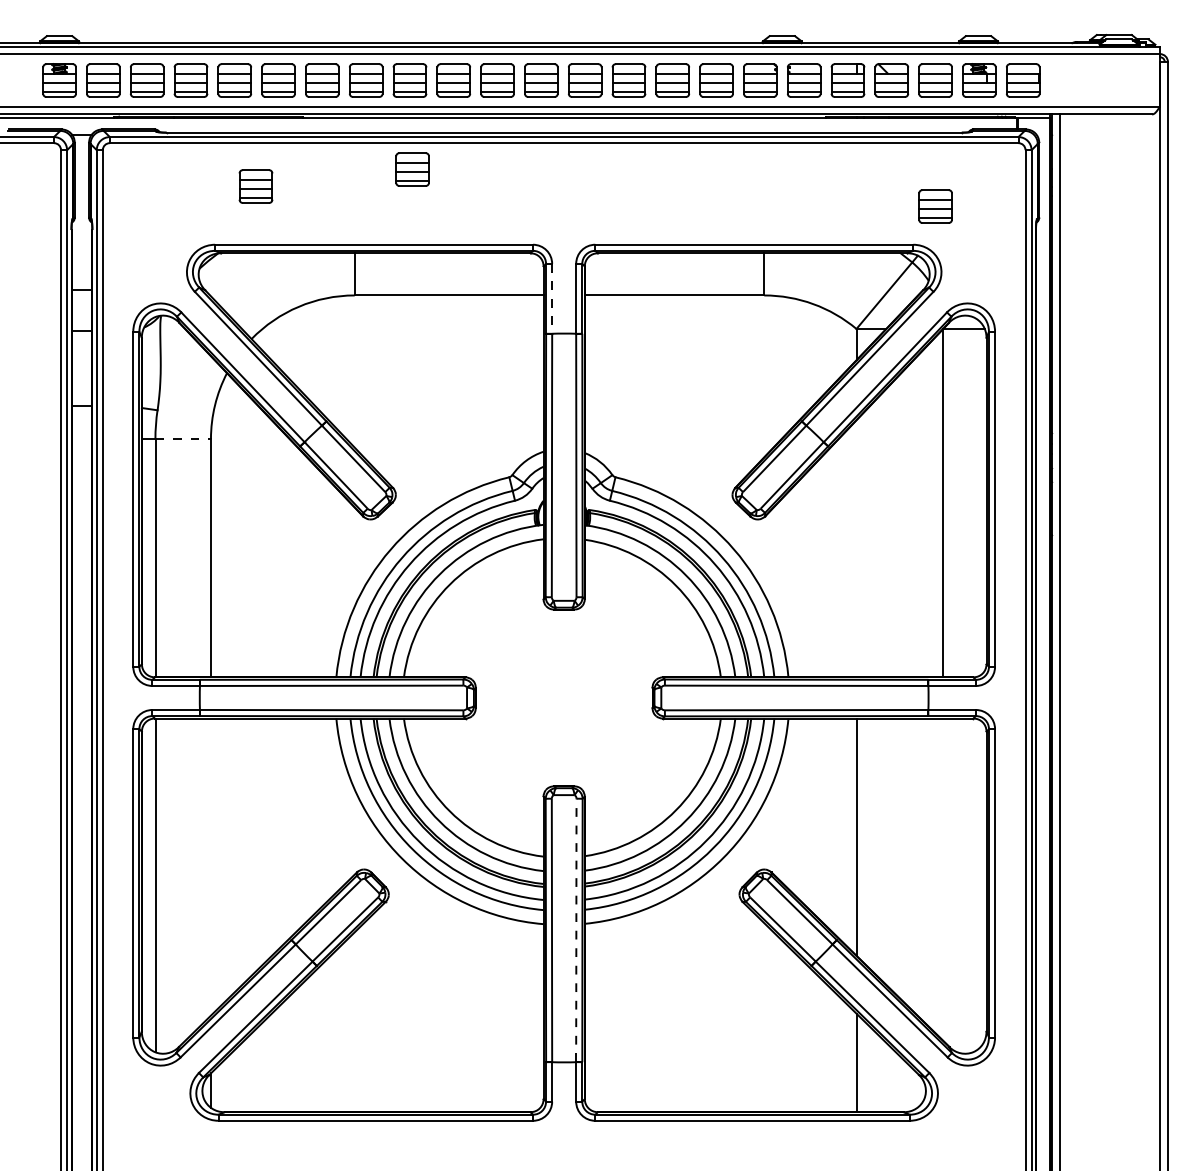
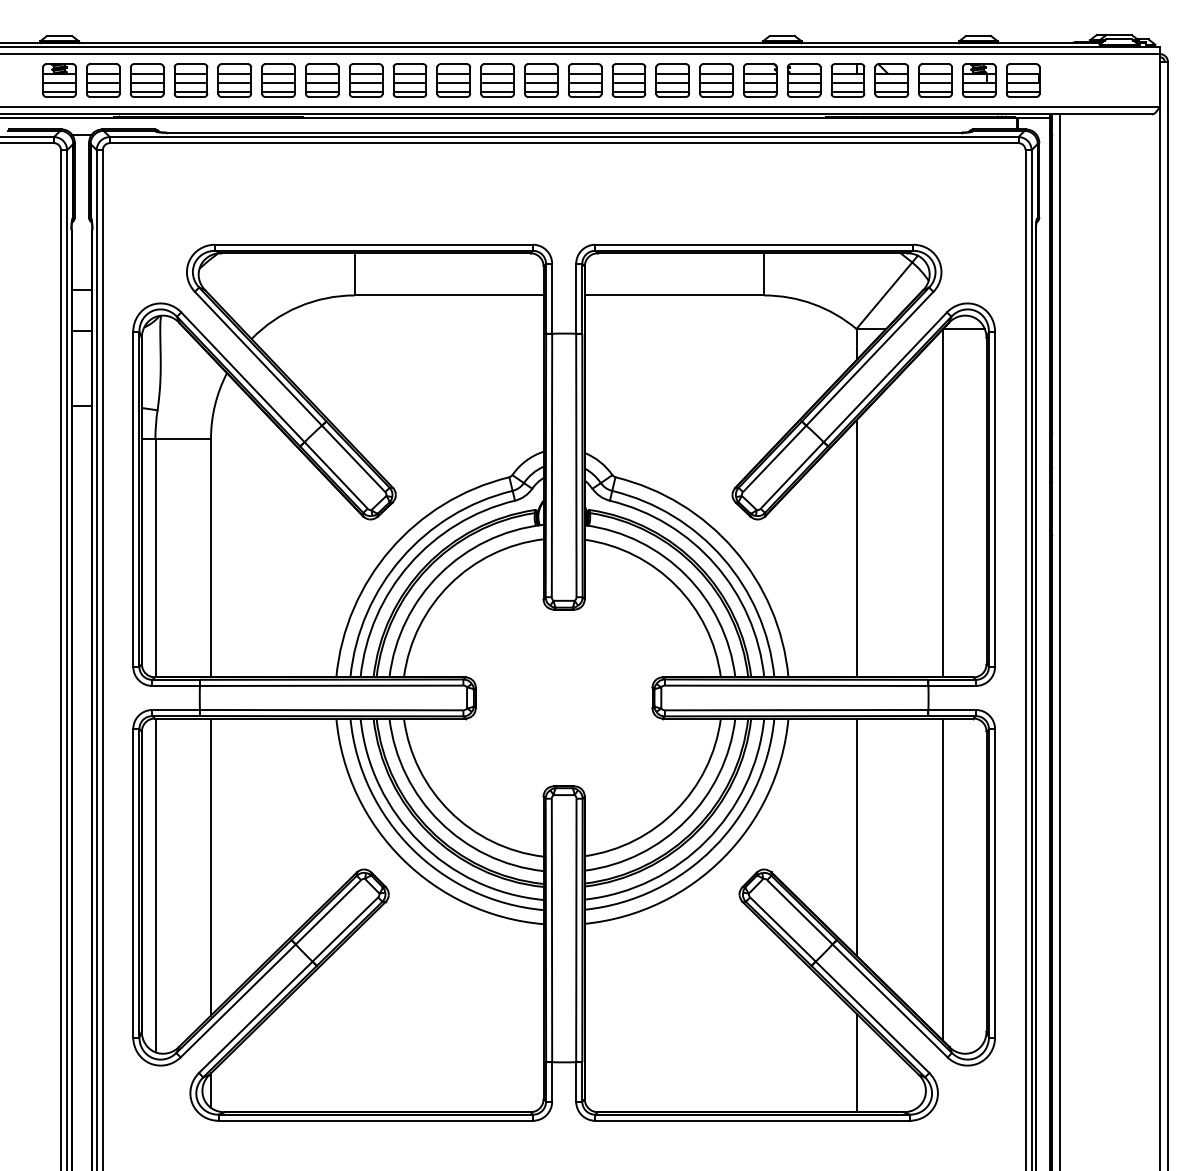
part at (412, 169): present -> none
part at (255, 186): present -> none
part at (935, 206): present -> none
line at (552, 298): dashed -> solid
line at (183, 439): dashed -> solid
line at (856, 548): none -> present
line at (211, 866): none -> present
line at (943, 879): none -> present
line at (576, 932): dashed -> solid
